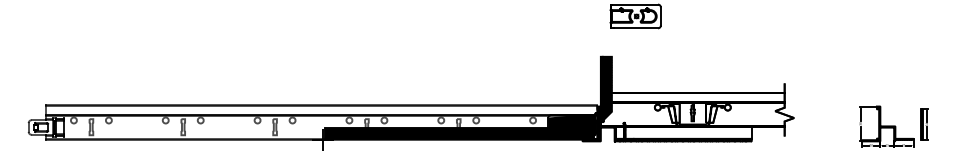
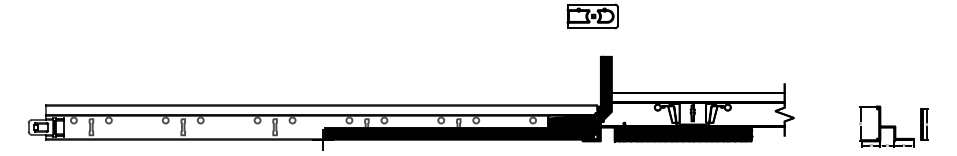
part at (635, 16) position: (635, 16) -> (592, 16)
hatch at (683, 132): none -> present
